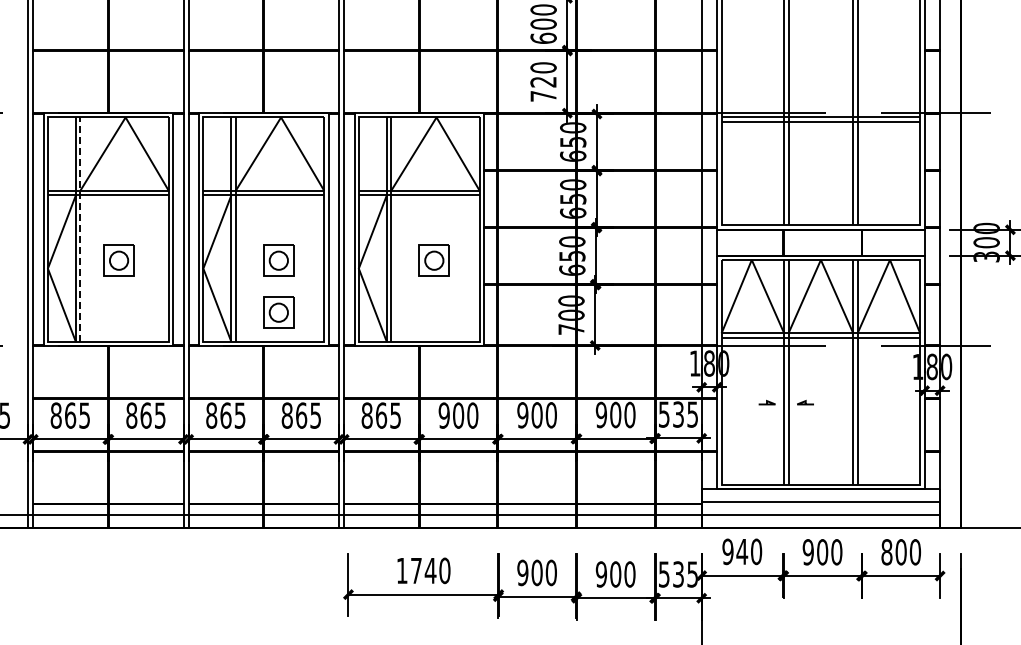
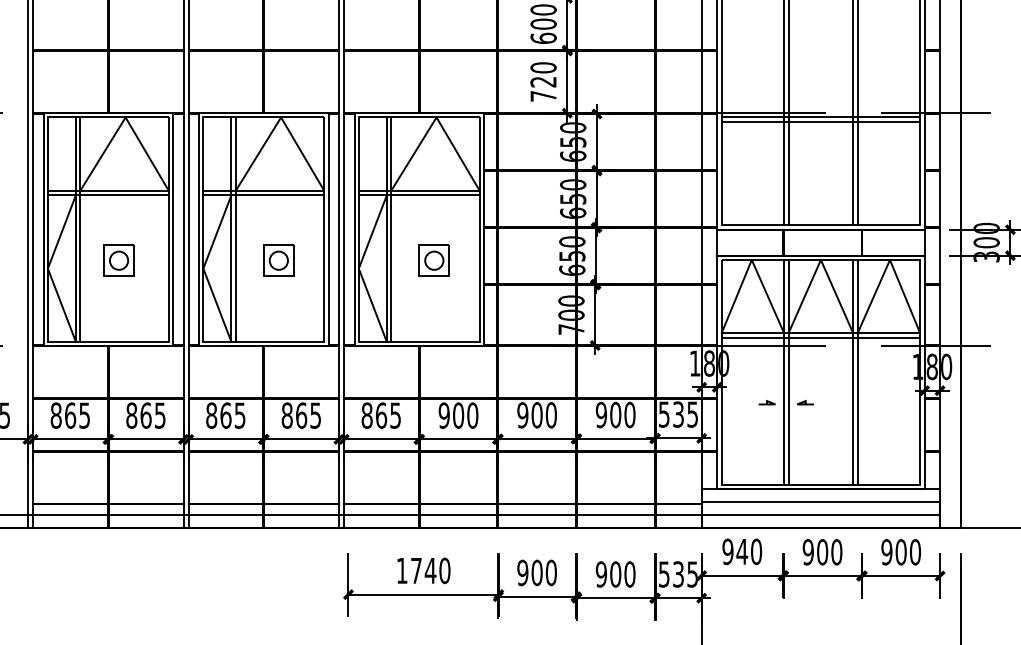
line at (80, 229): dashed -> solid
part at (278, 312): present -> none
text at (886, 552): 800 -> 900
